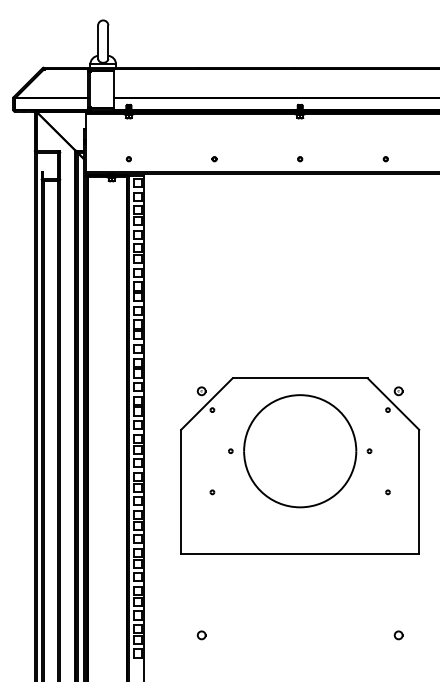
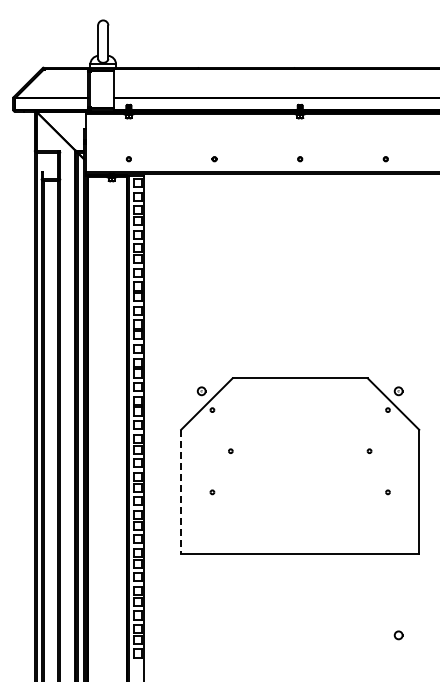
part at (300, 451): present -> none
line at (181, 492): solid -> dashed
part at (201, 635): present -> none
